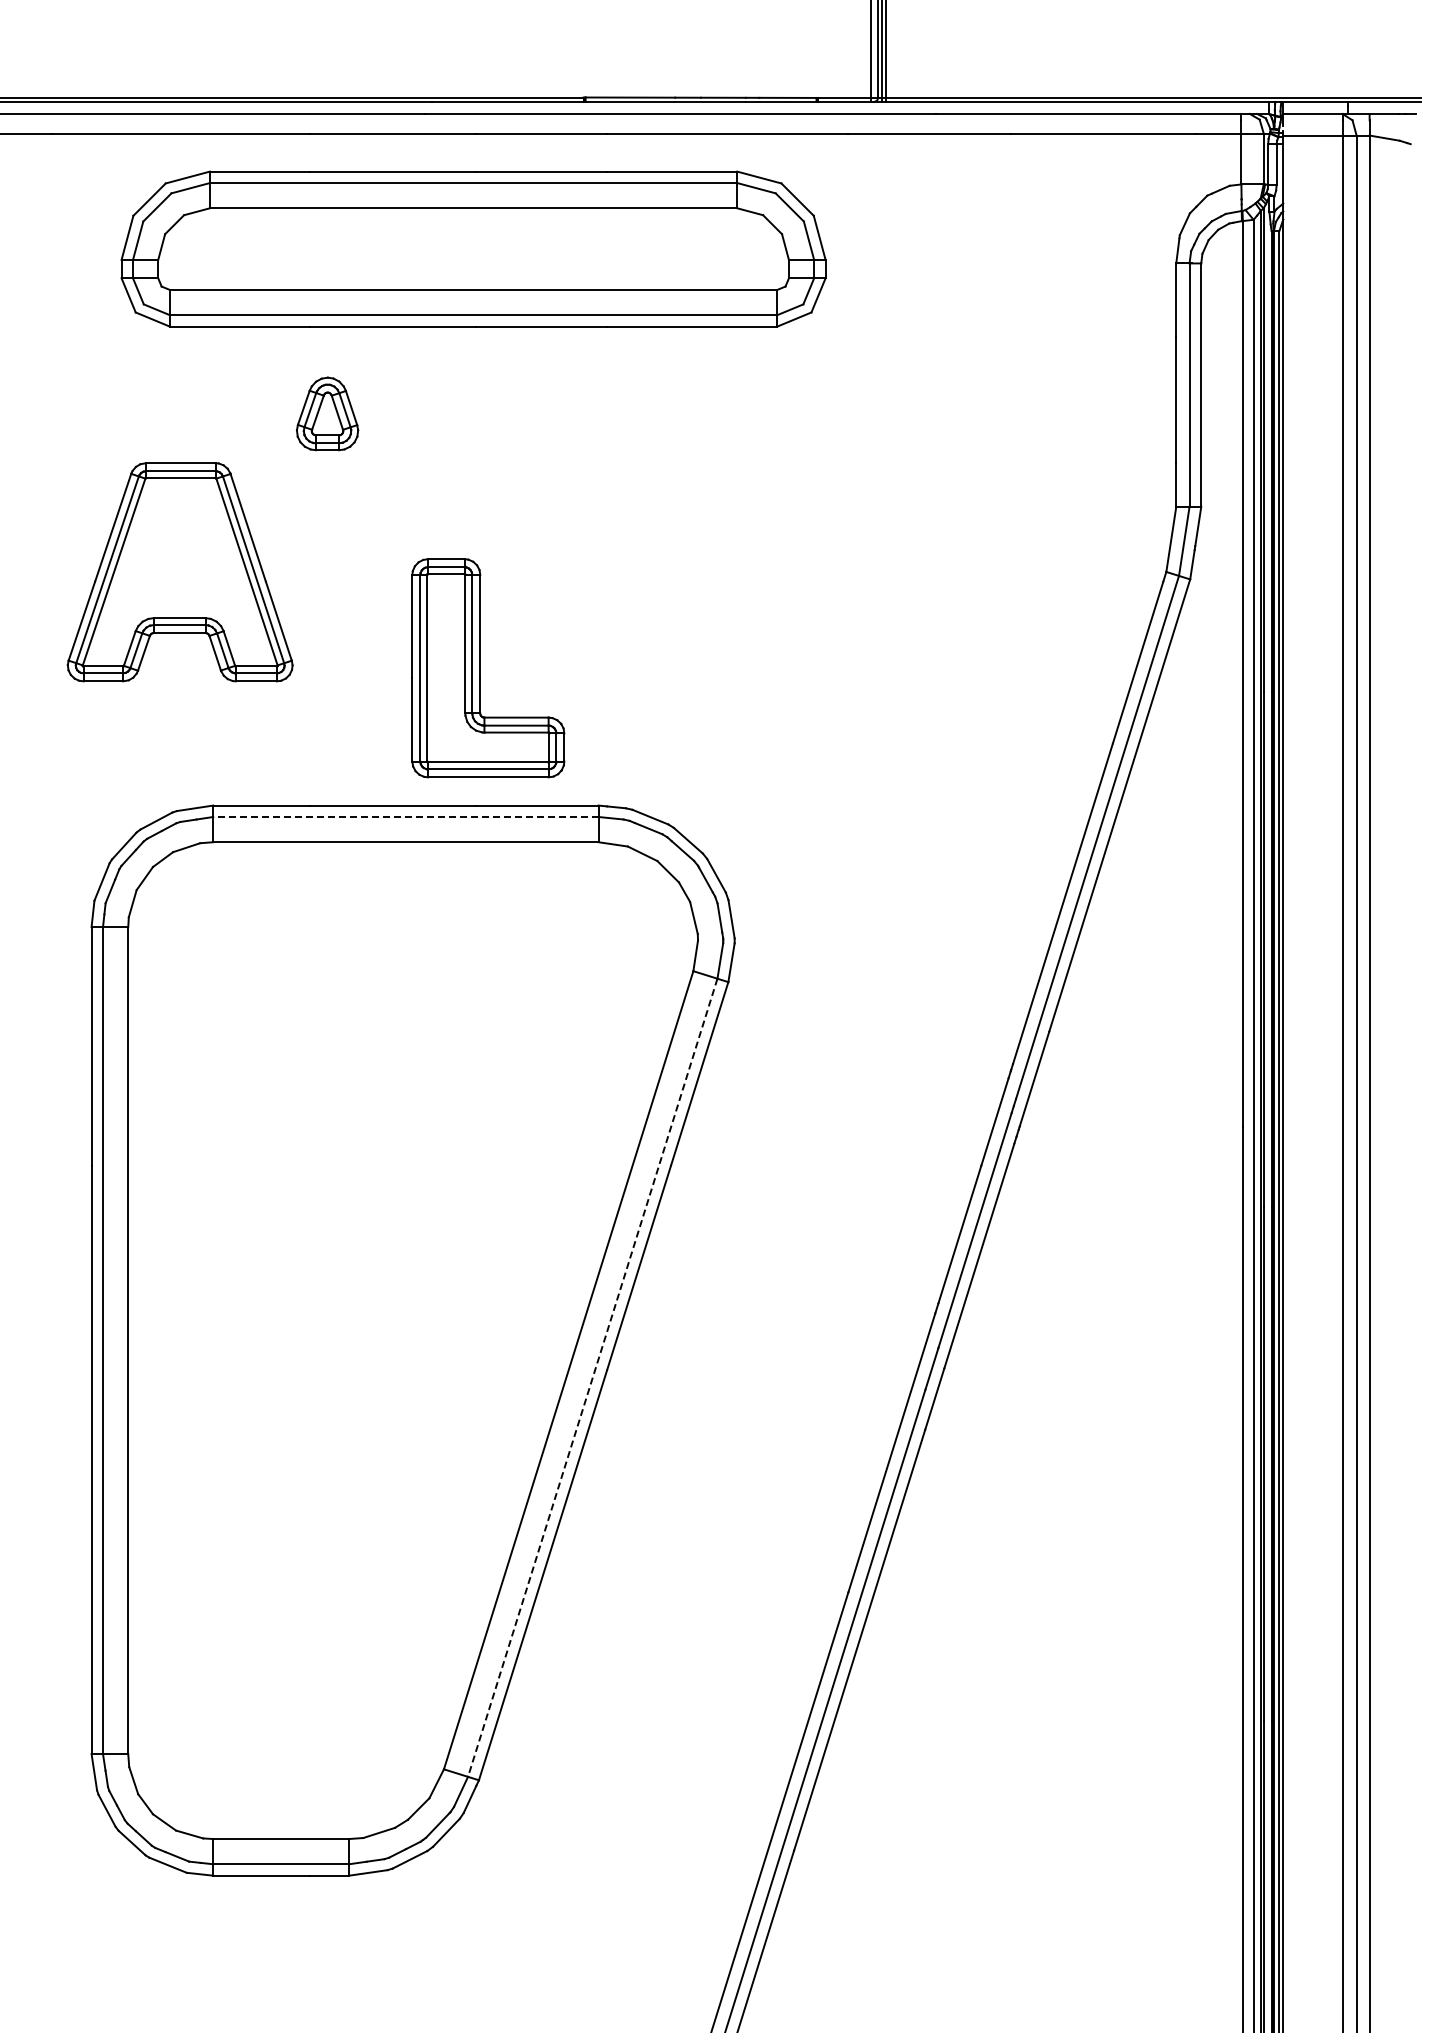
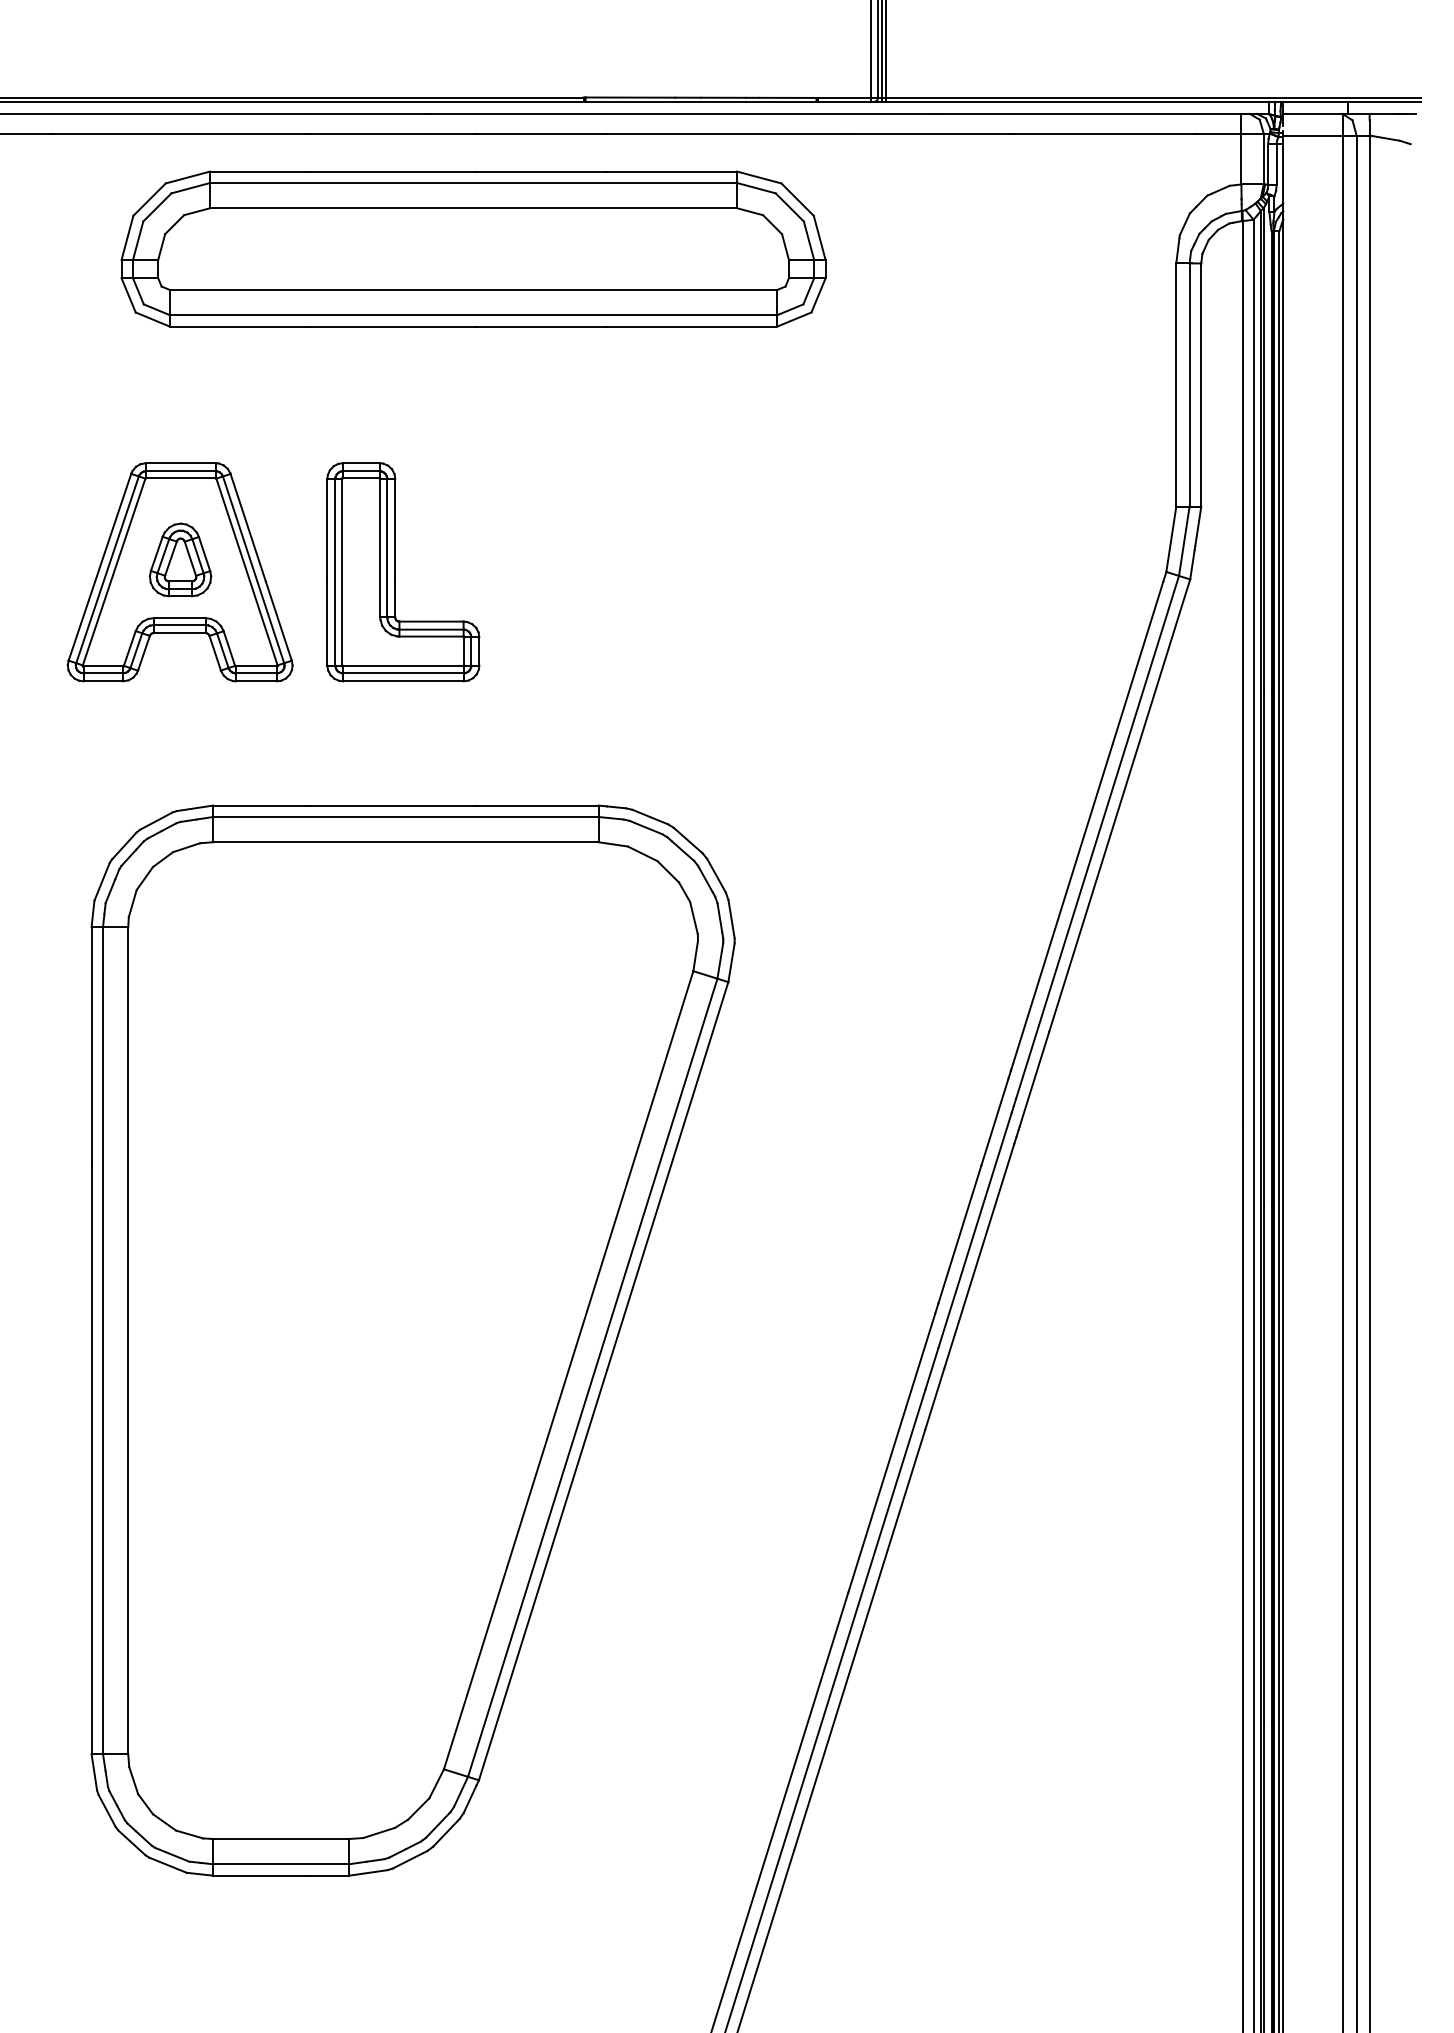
part at (327, 413) position: (327, 413) -> (180, 559)
part at (480, 668) position: (480, 668) -> (395, 572)
line at (405, 817): dashed -> solid
line at (592, 1378): dashed -> solid
